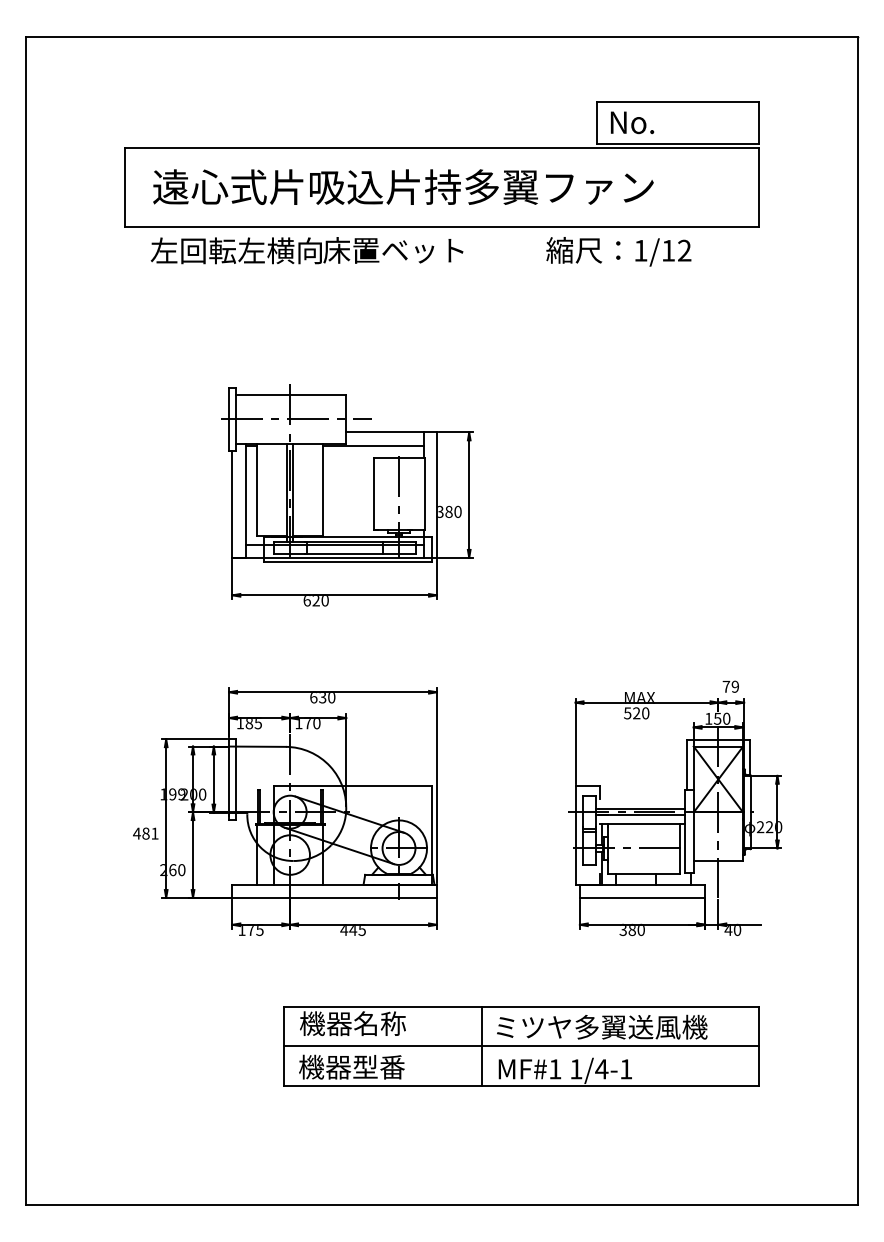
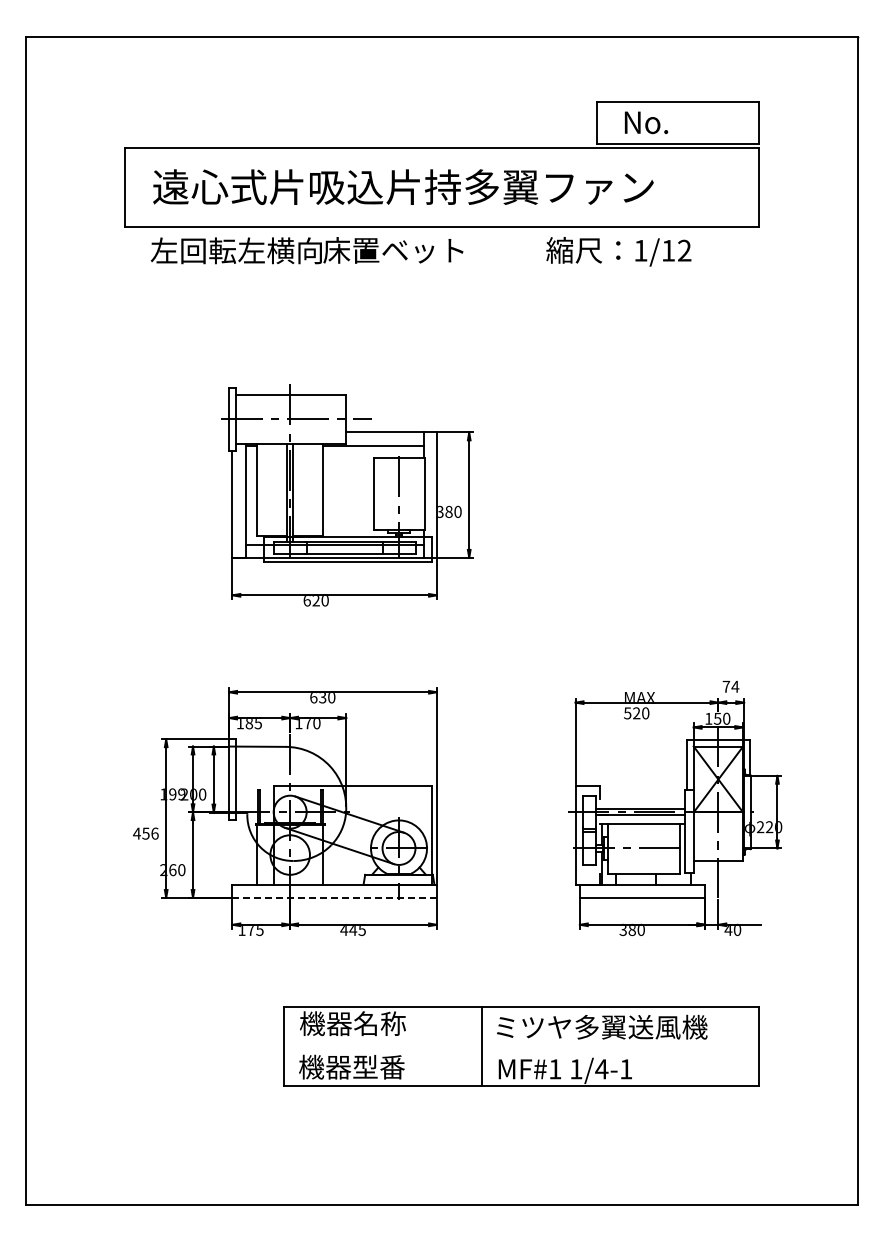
text at (632, 122) position: (632, 122) -> (646, 122)
text at (735, 686): 79 -> 74
text at (150, 833): 481 -> 456
line at (335, 897): solid -> dashed
line at (520, 1046): present -> none
